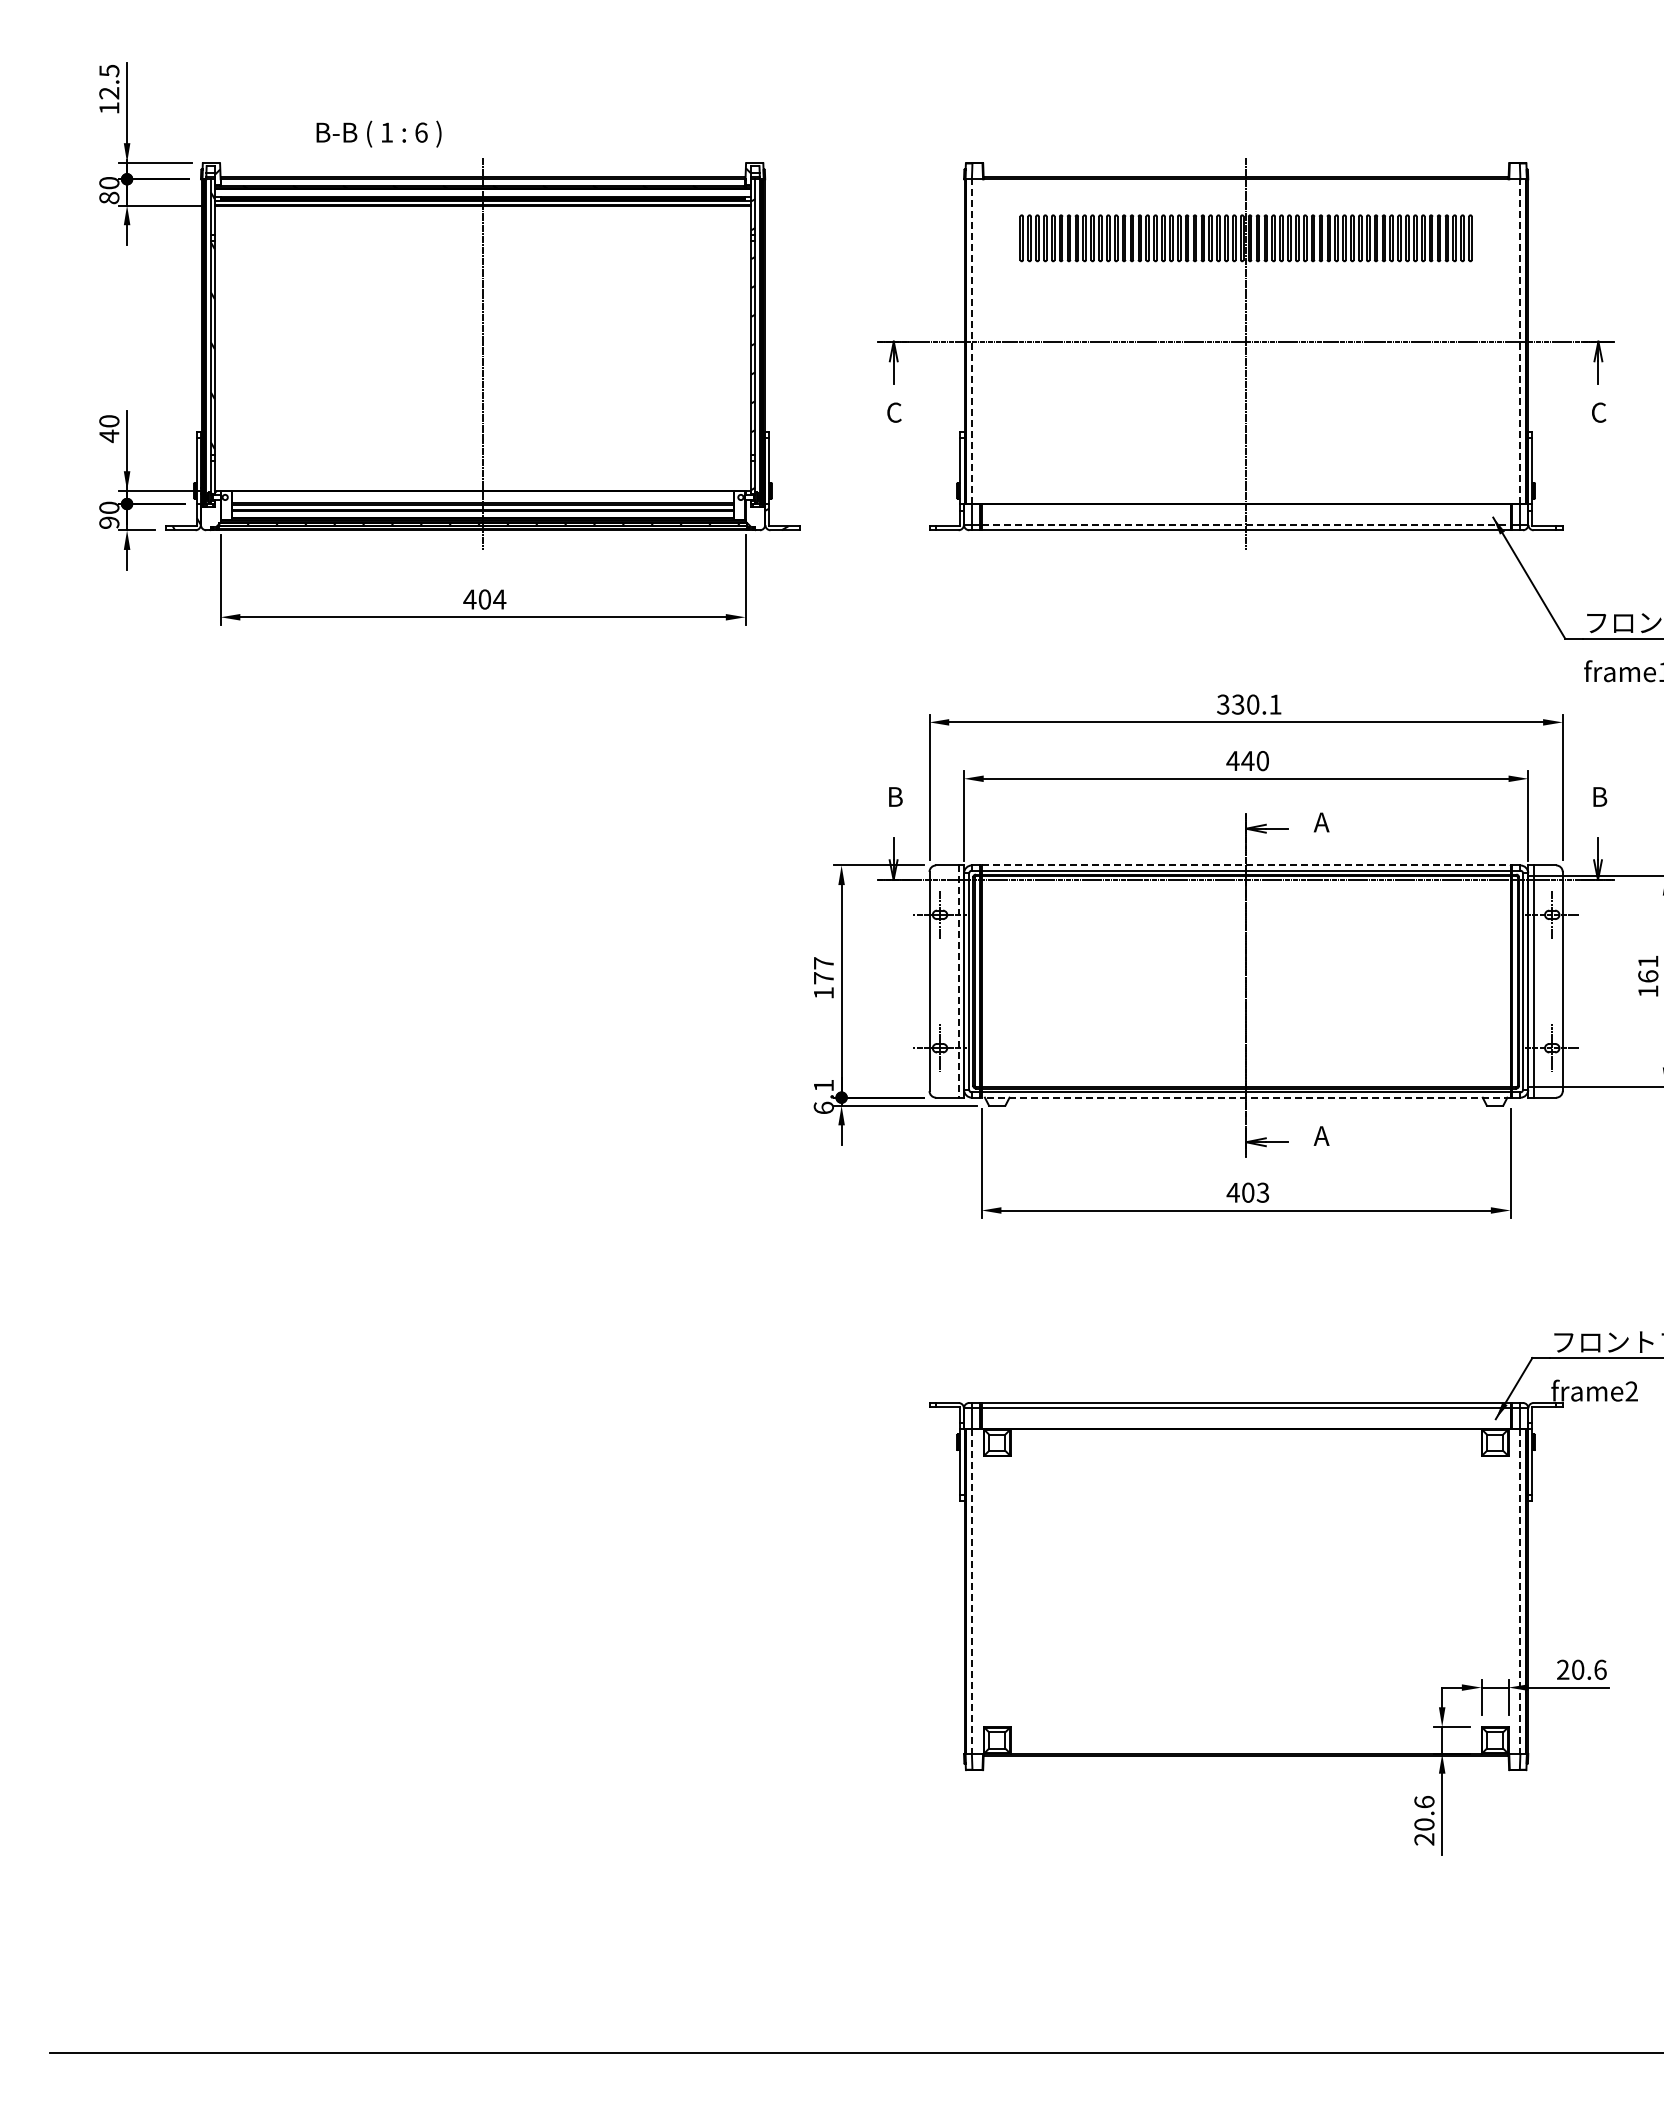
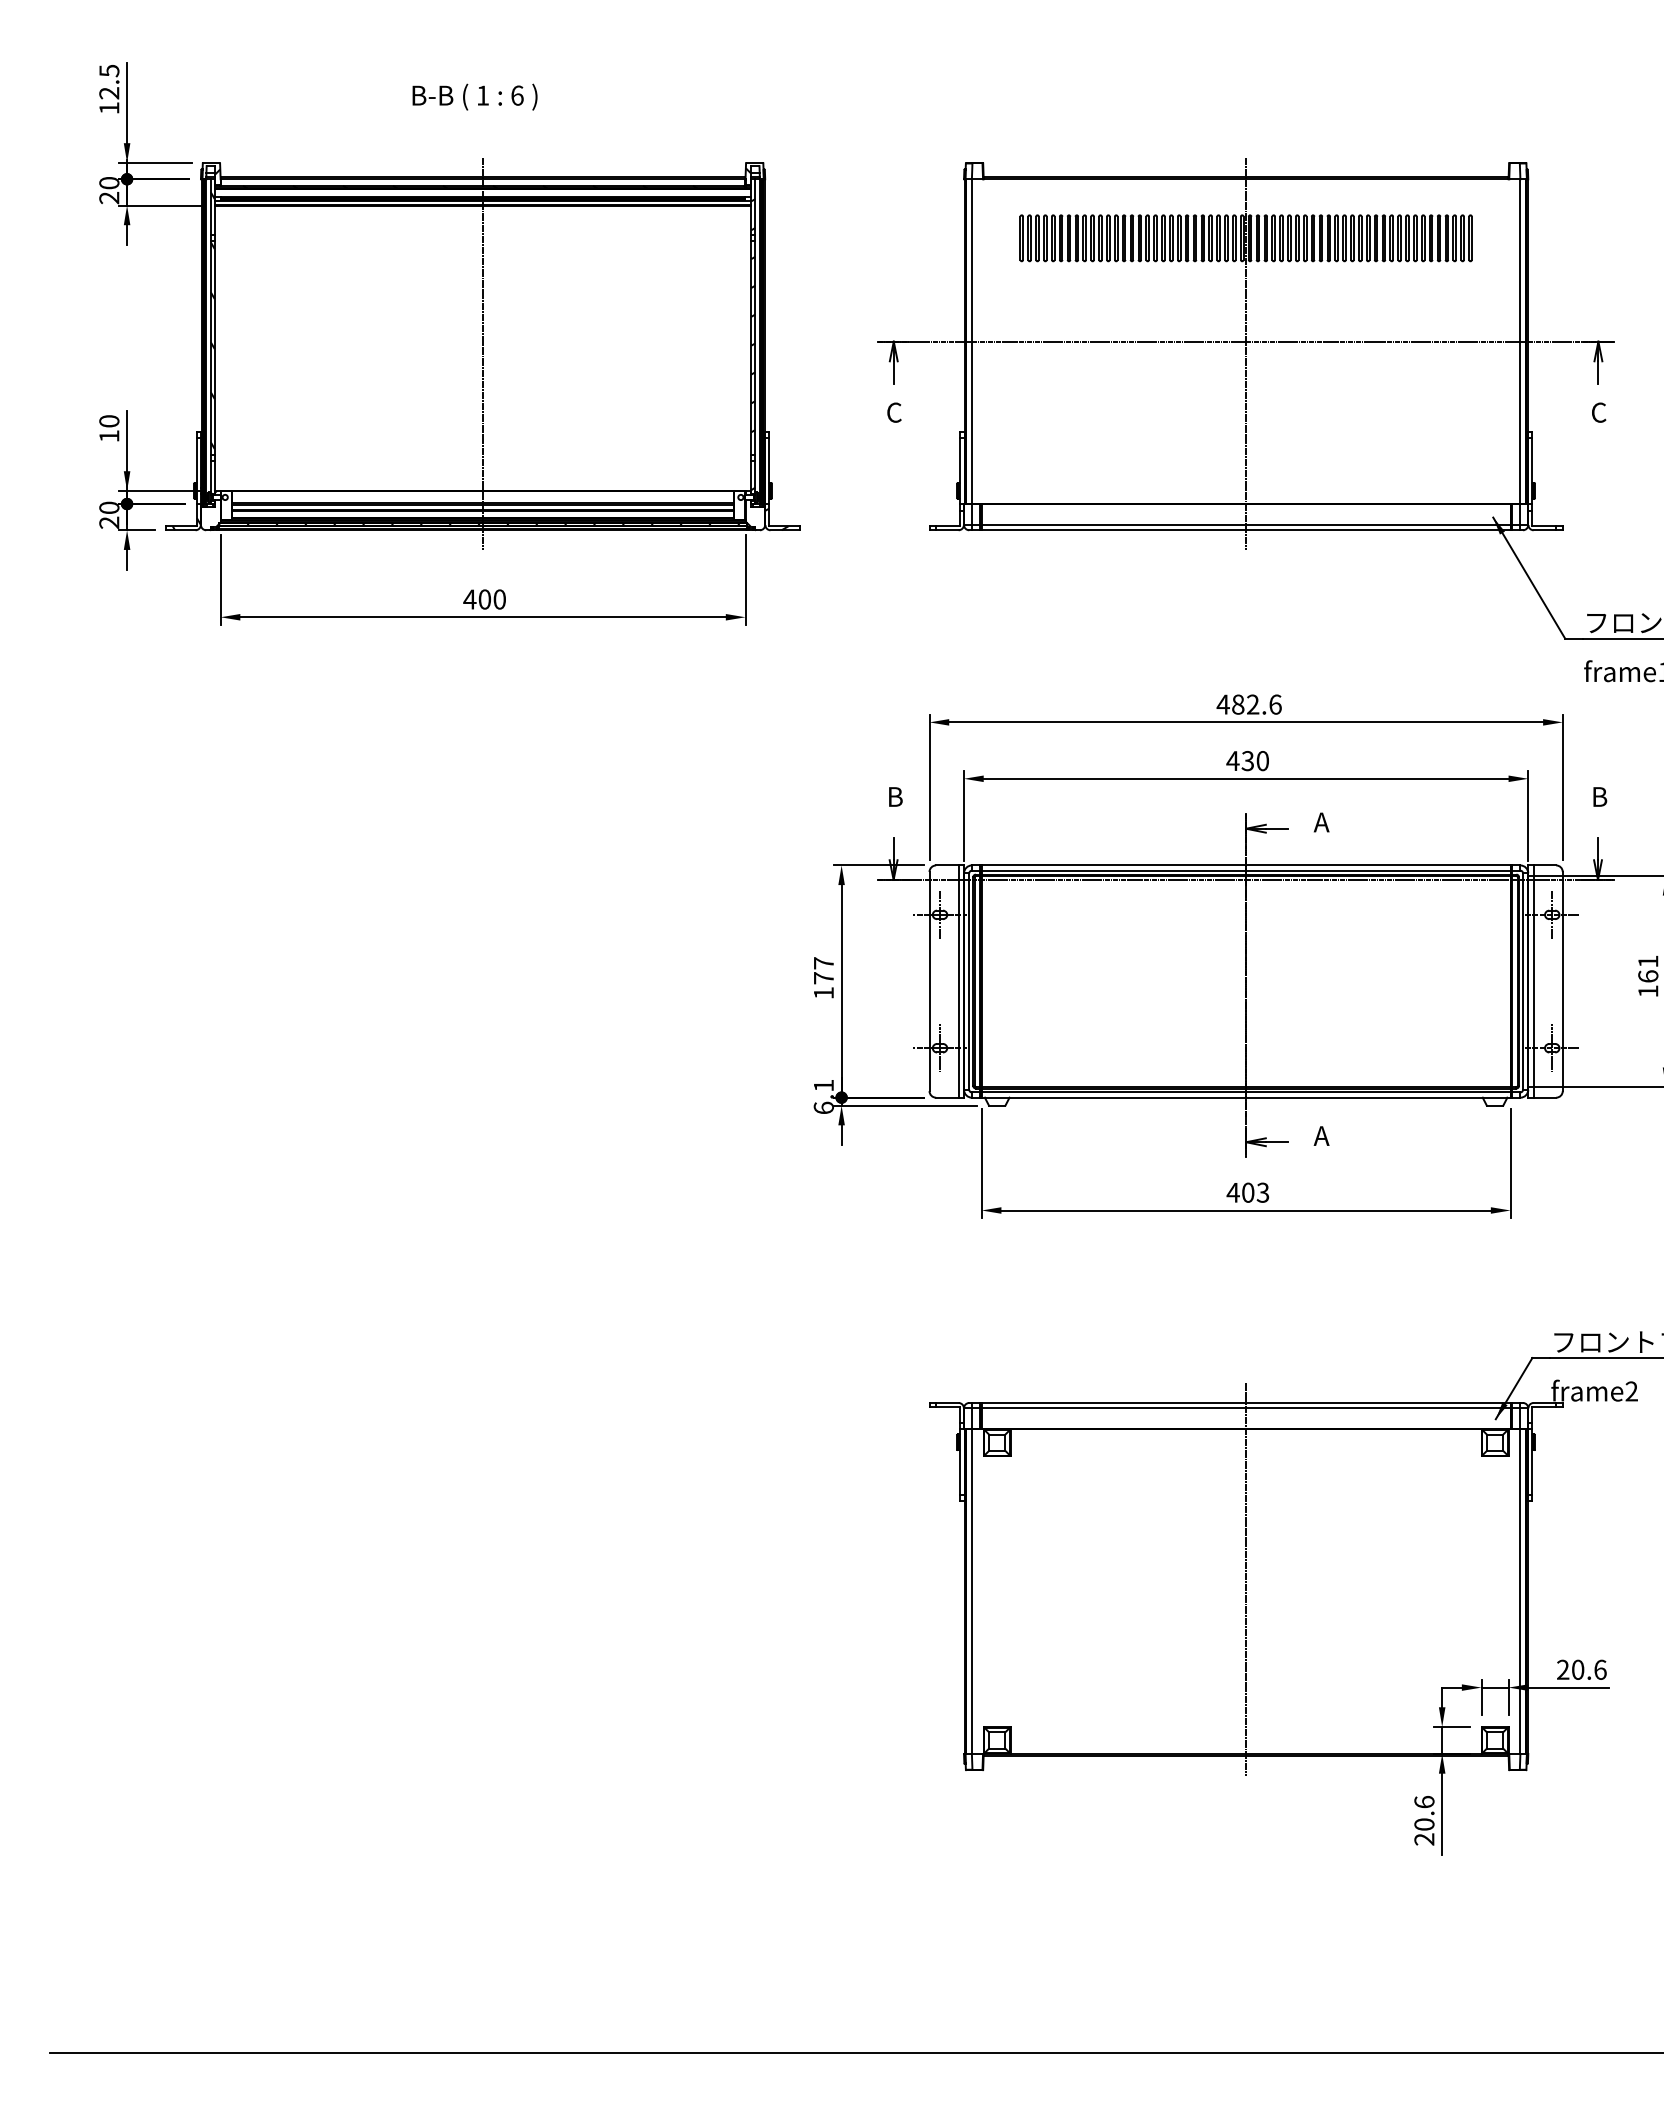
text at (378, 133) position: (378, 133) -> (474, 96)
text at (109, 197): 80 -> 20
line at (972, 341): dashed -> solid
line at (1520, 341): dashed -> solid
text at (109, 436): 40 -> 10
text at (109, 522): 90 -> 20
line at (1246, 525): dashed -> solid
text at (499, 599): 404 -> 400
text at (1248, 704): 330.1 -> 482.6
text at (1247, 761): 440 -> 430
line at (1246, 865): dashed -> solid
line at (958, 982): dashed -> solid
line at (1245, 1097): dashed -> solid
line at (1246, 1579): none -> present
line at (972, 1592): dashed -> solid
line at (1520, 1592): dashed -> solid
